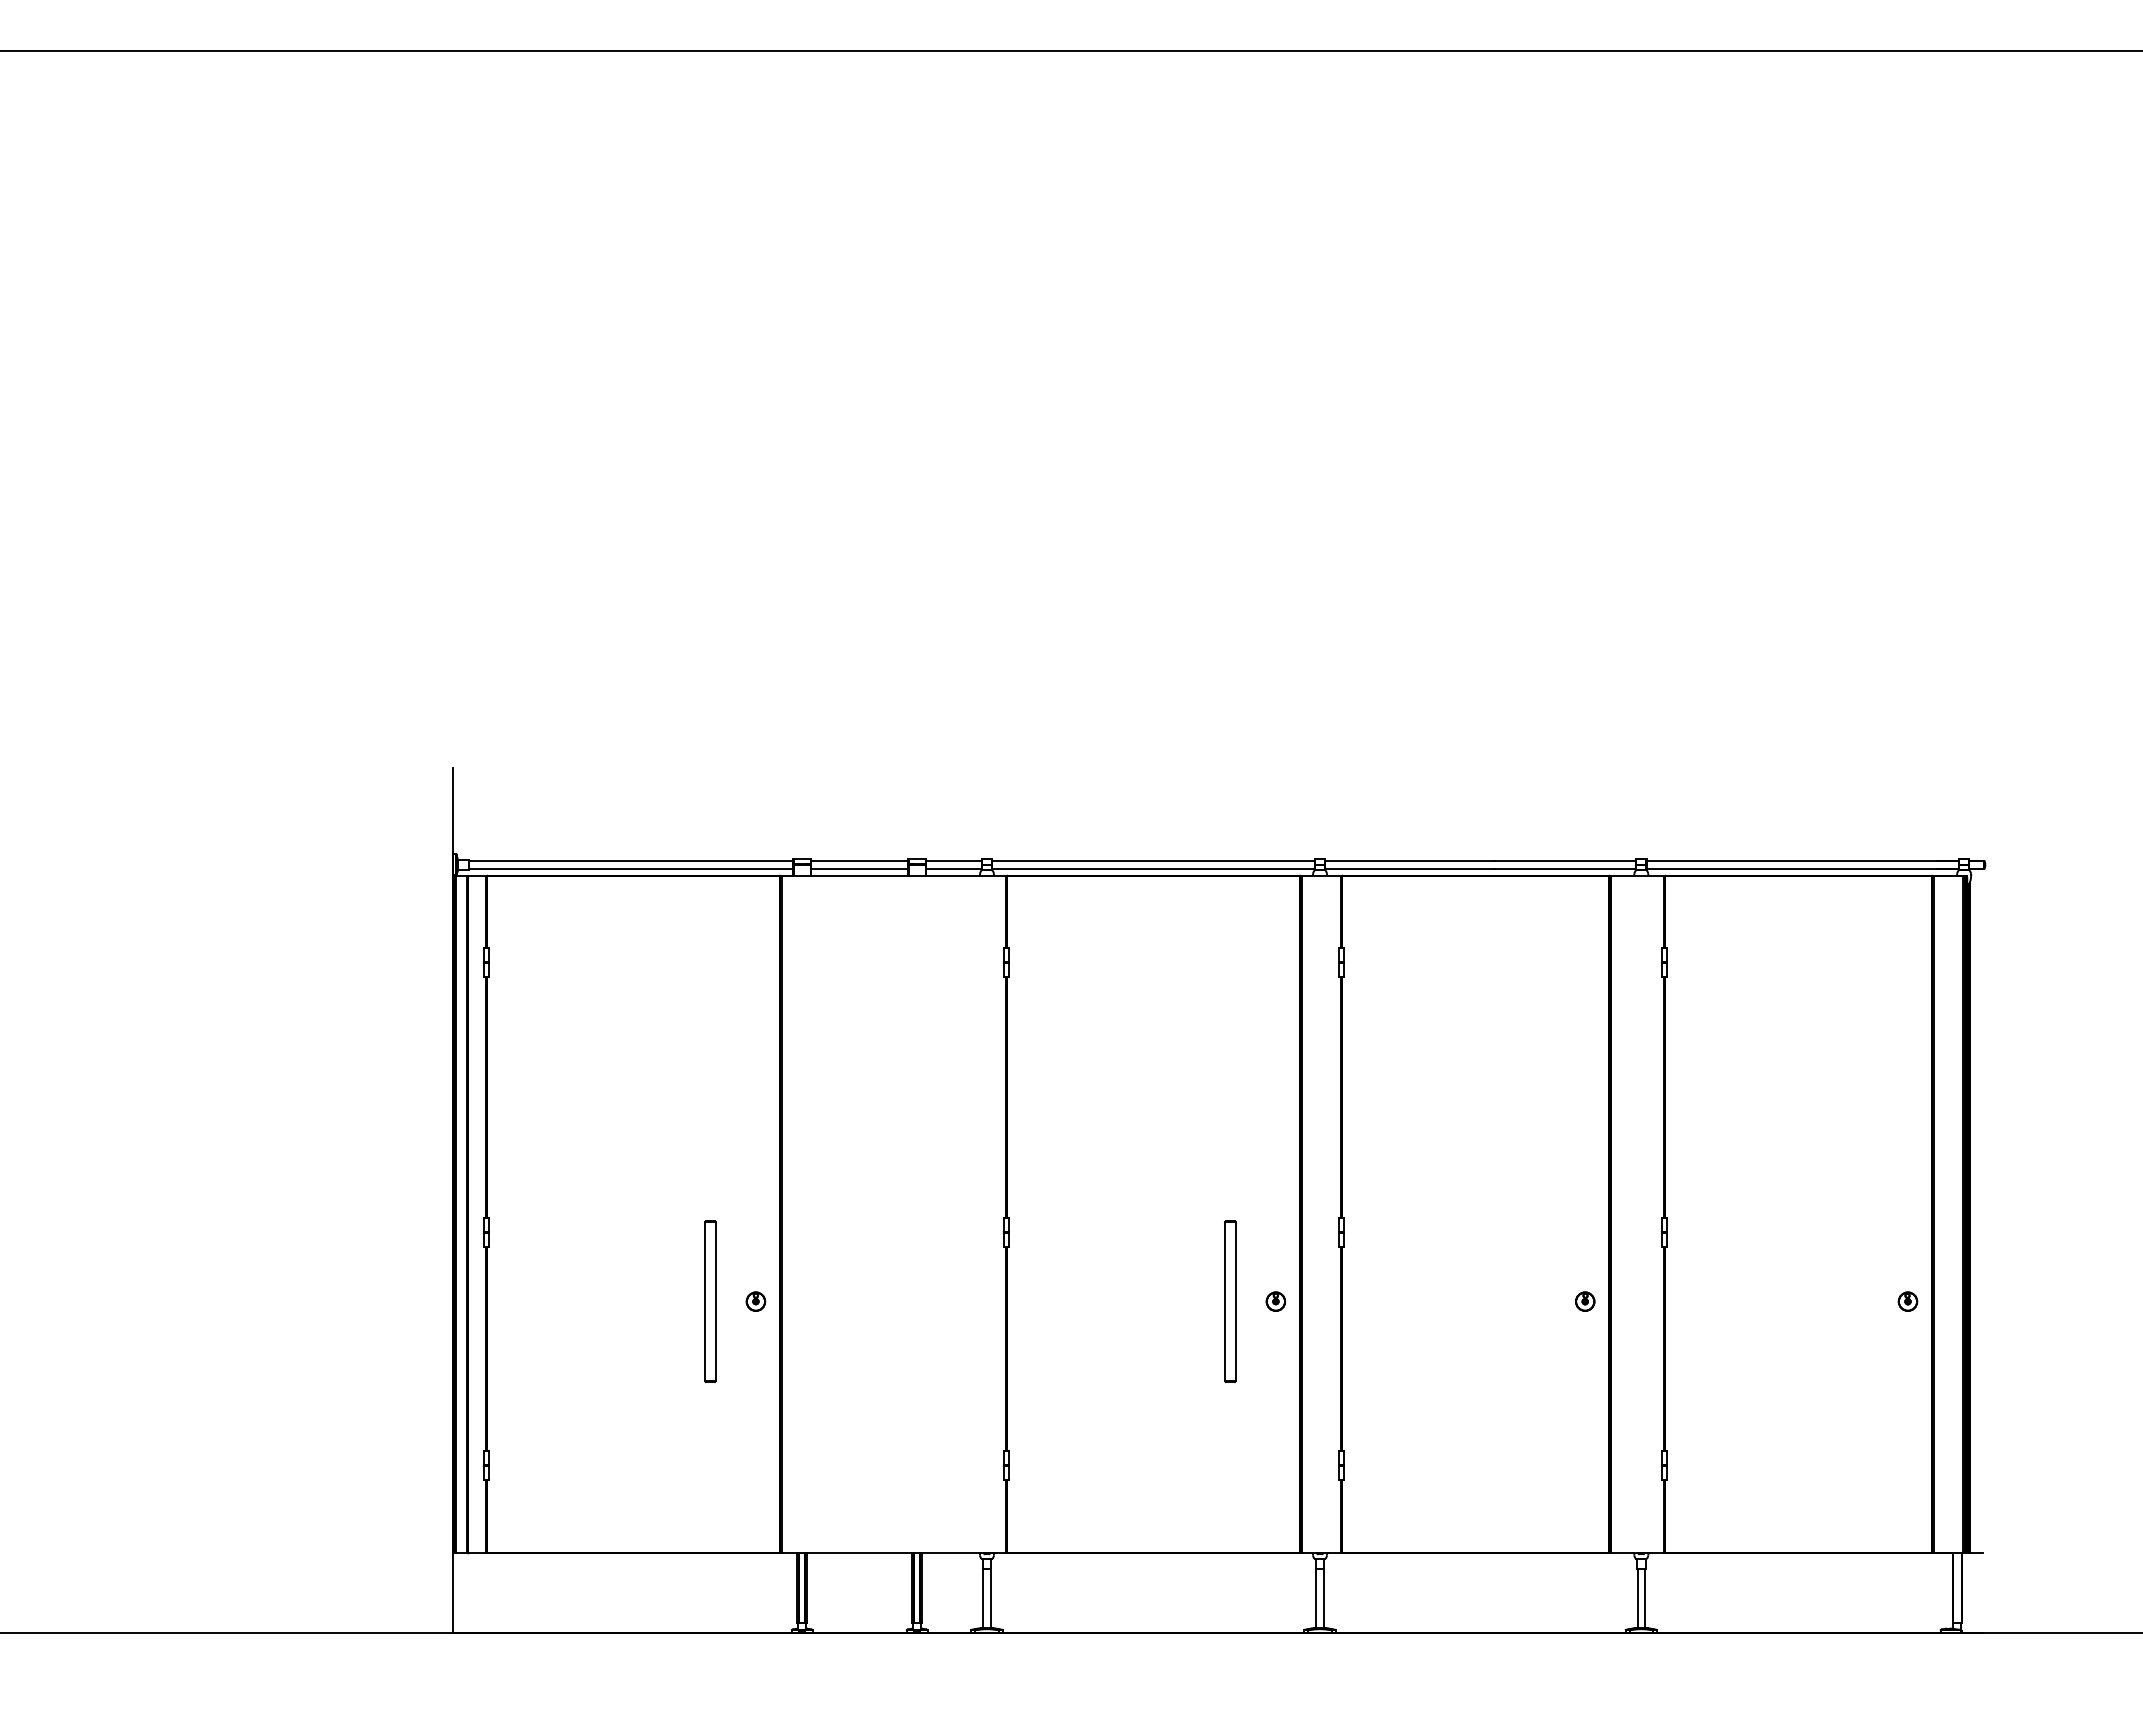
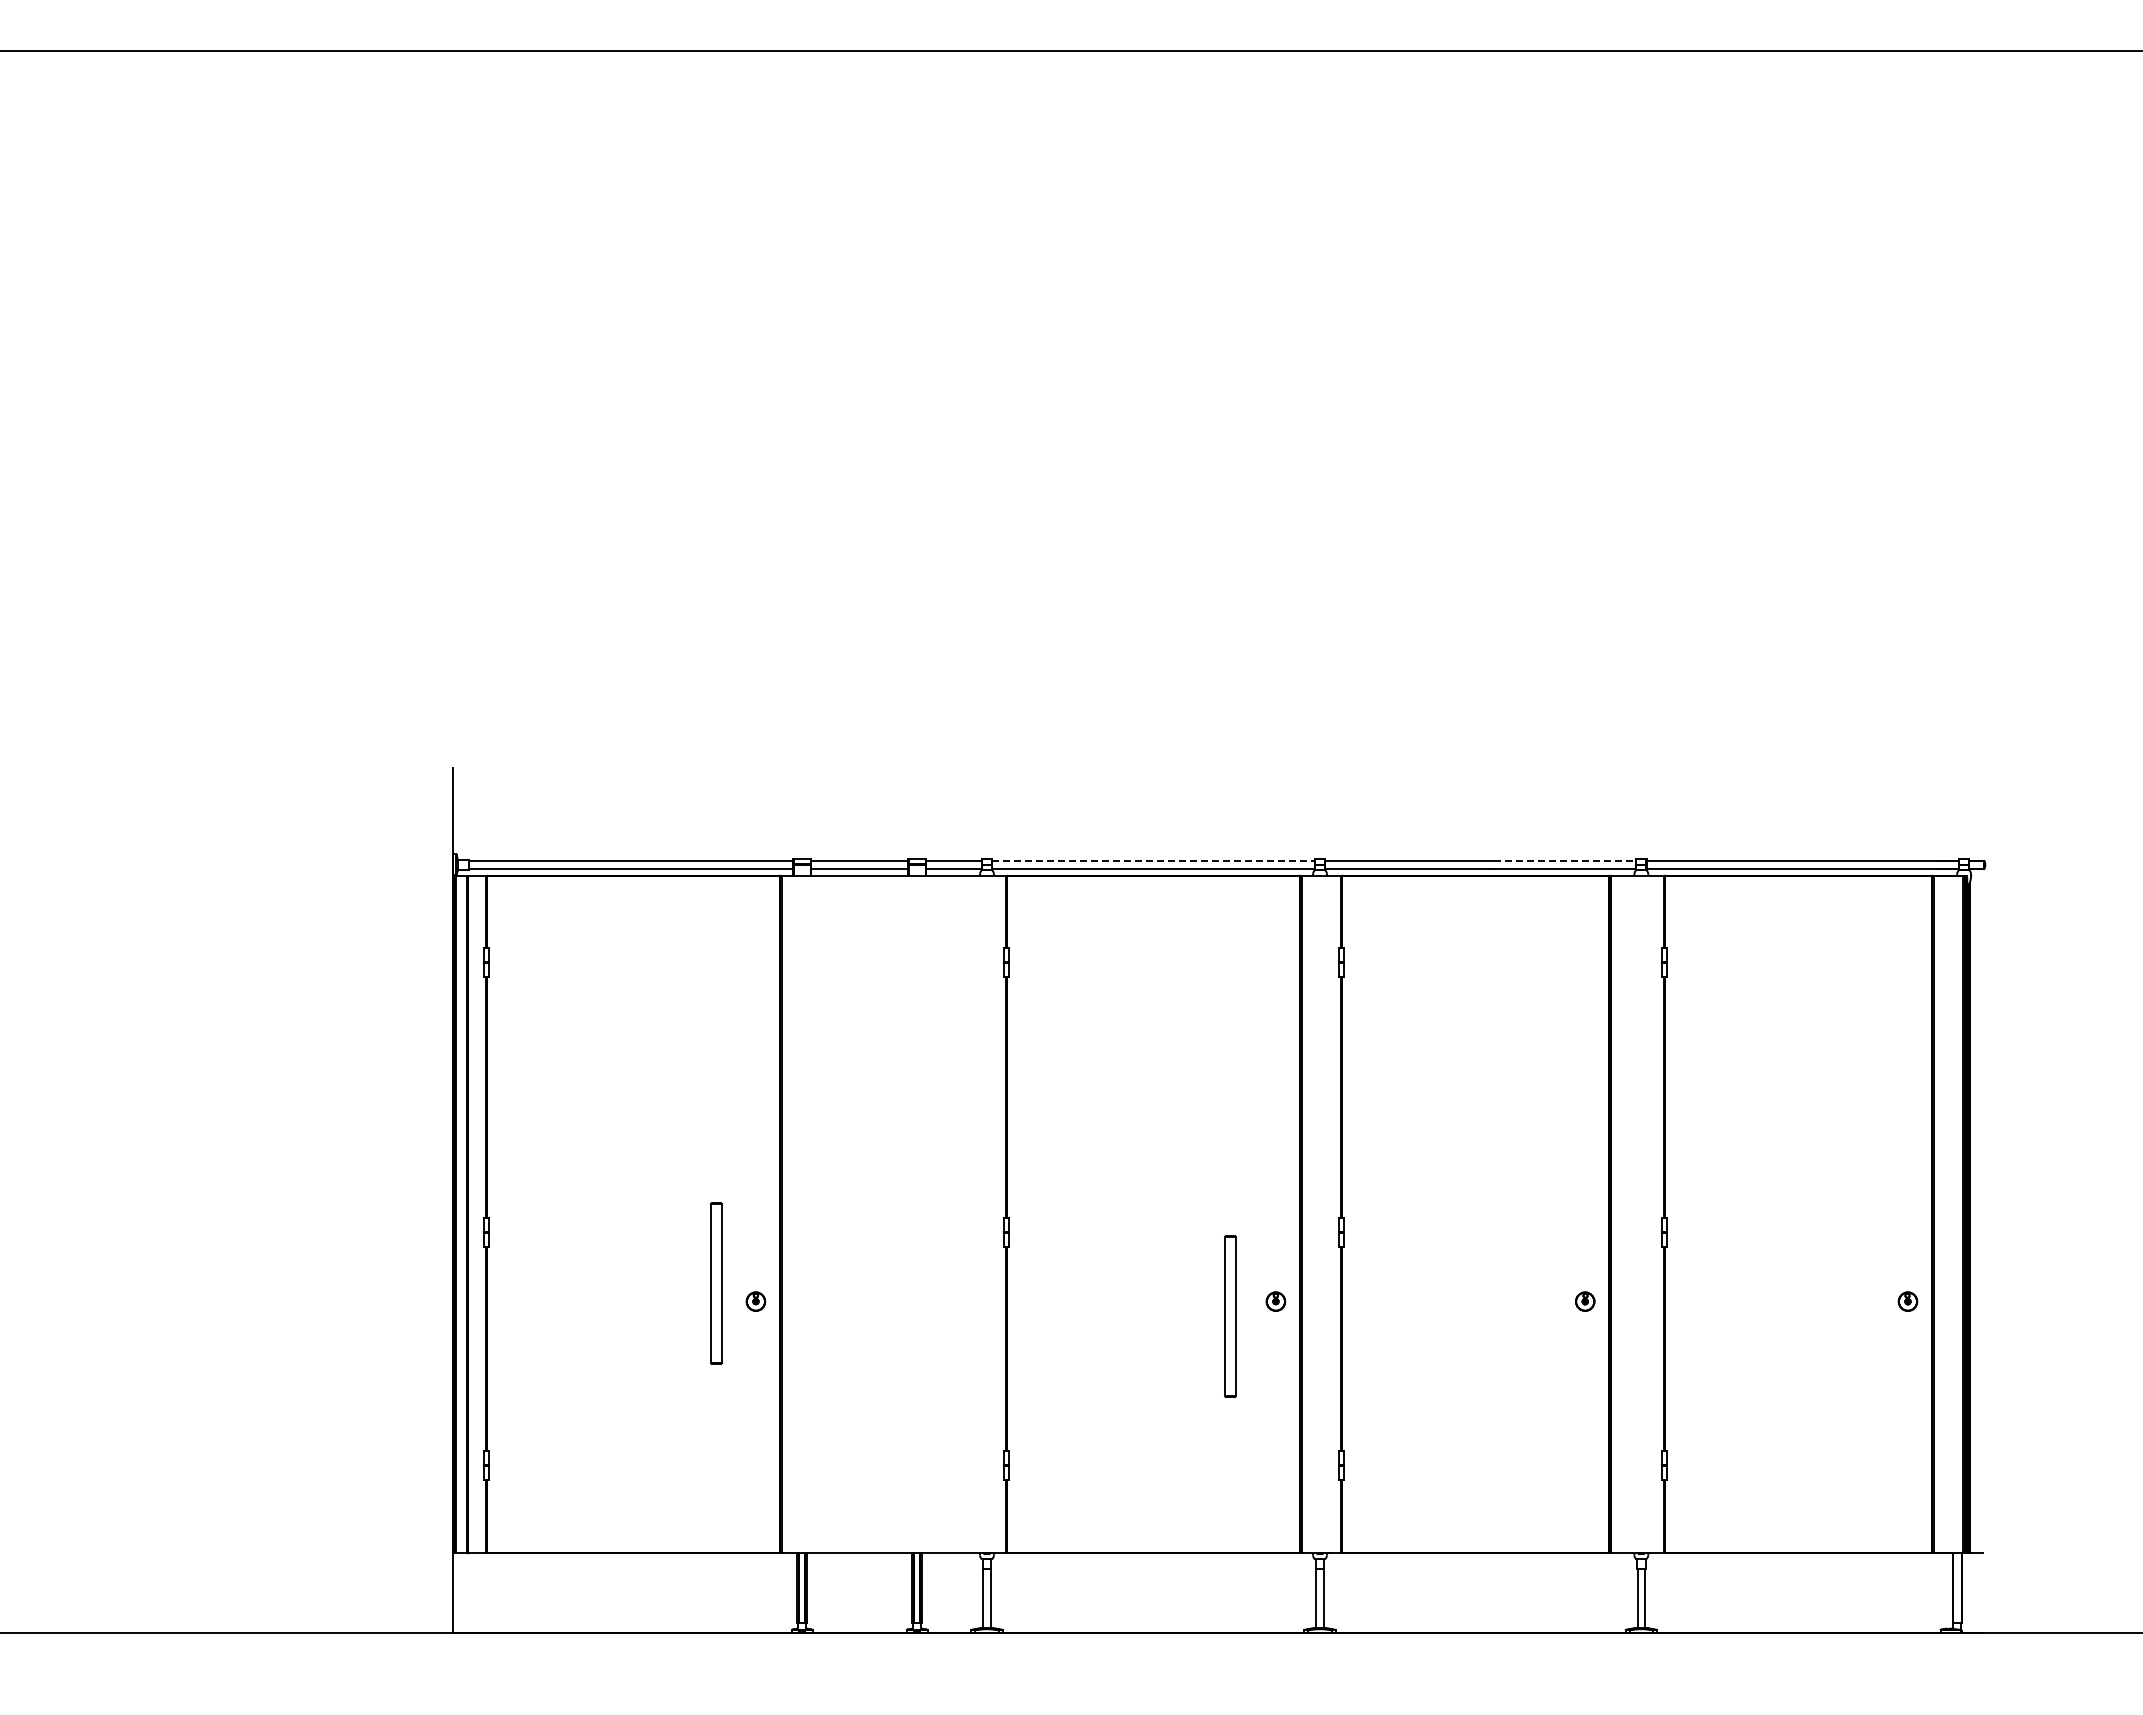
line at (1154, 860): solid -> dashed
line at (1565, 860): solid -> dashed
part at (710, 1301) position: (710, 1301) -> (716, 1283)
part at (1230, 1301) position: (1230, 1301) -> (1230, 1316)
